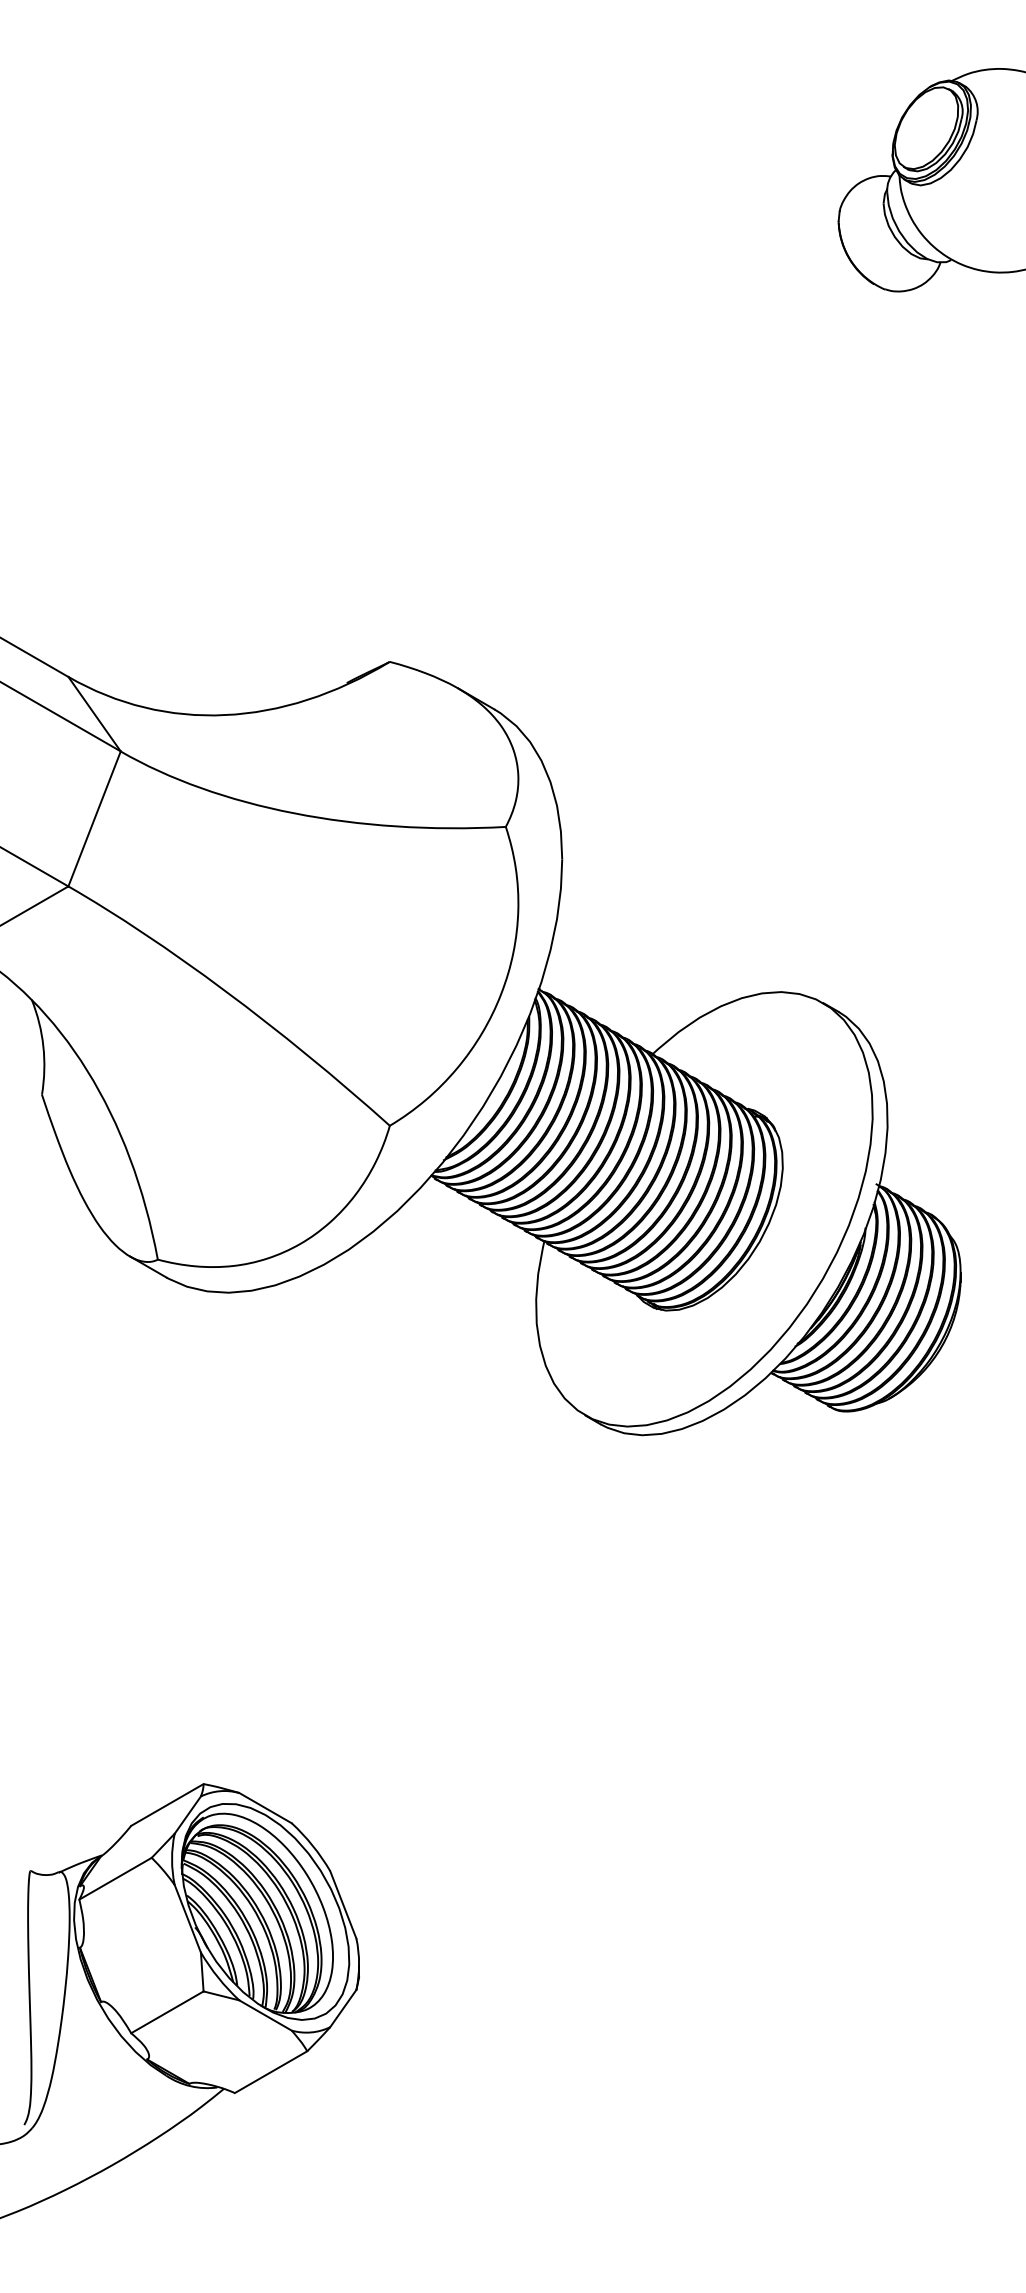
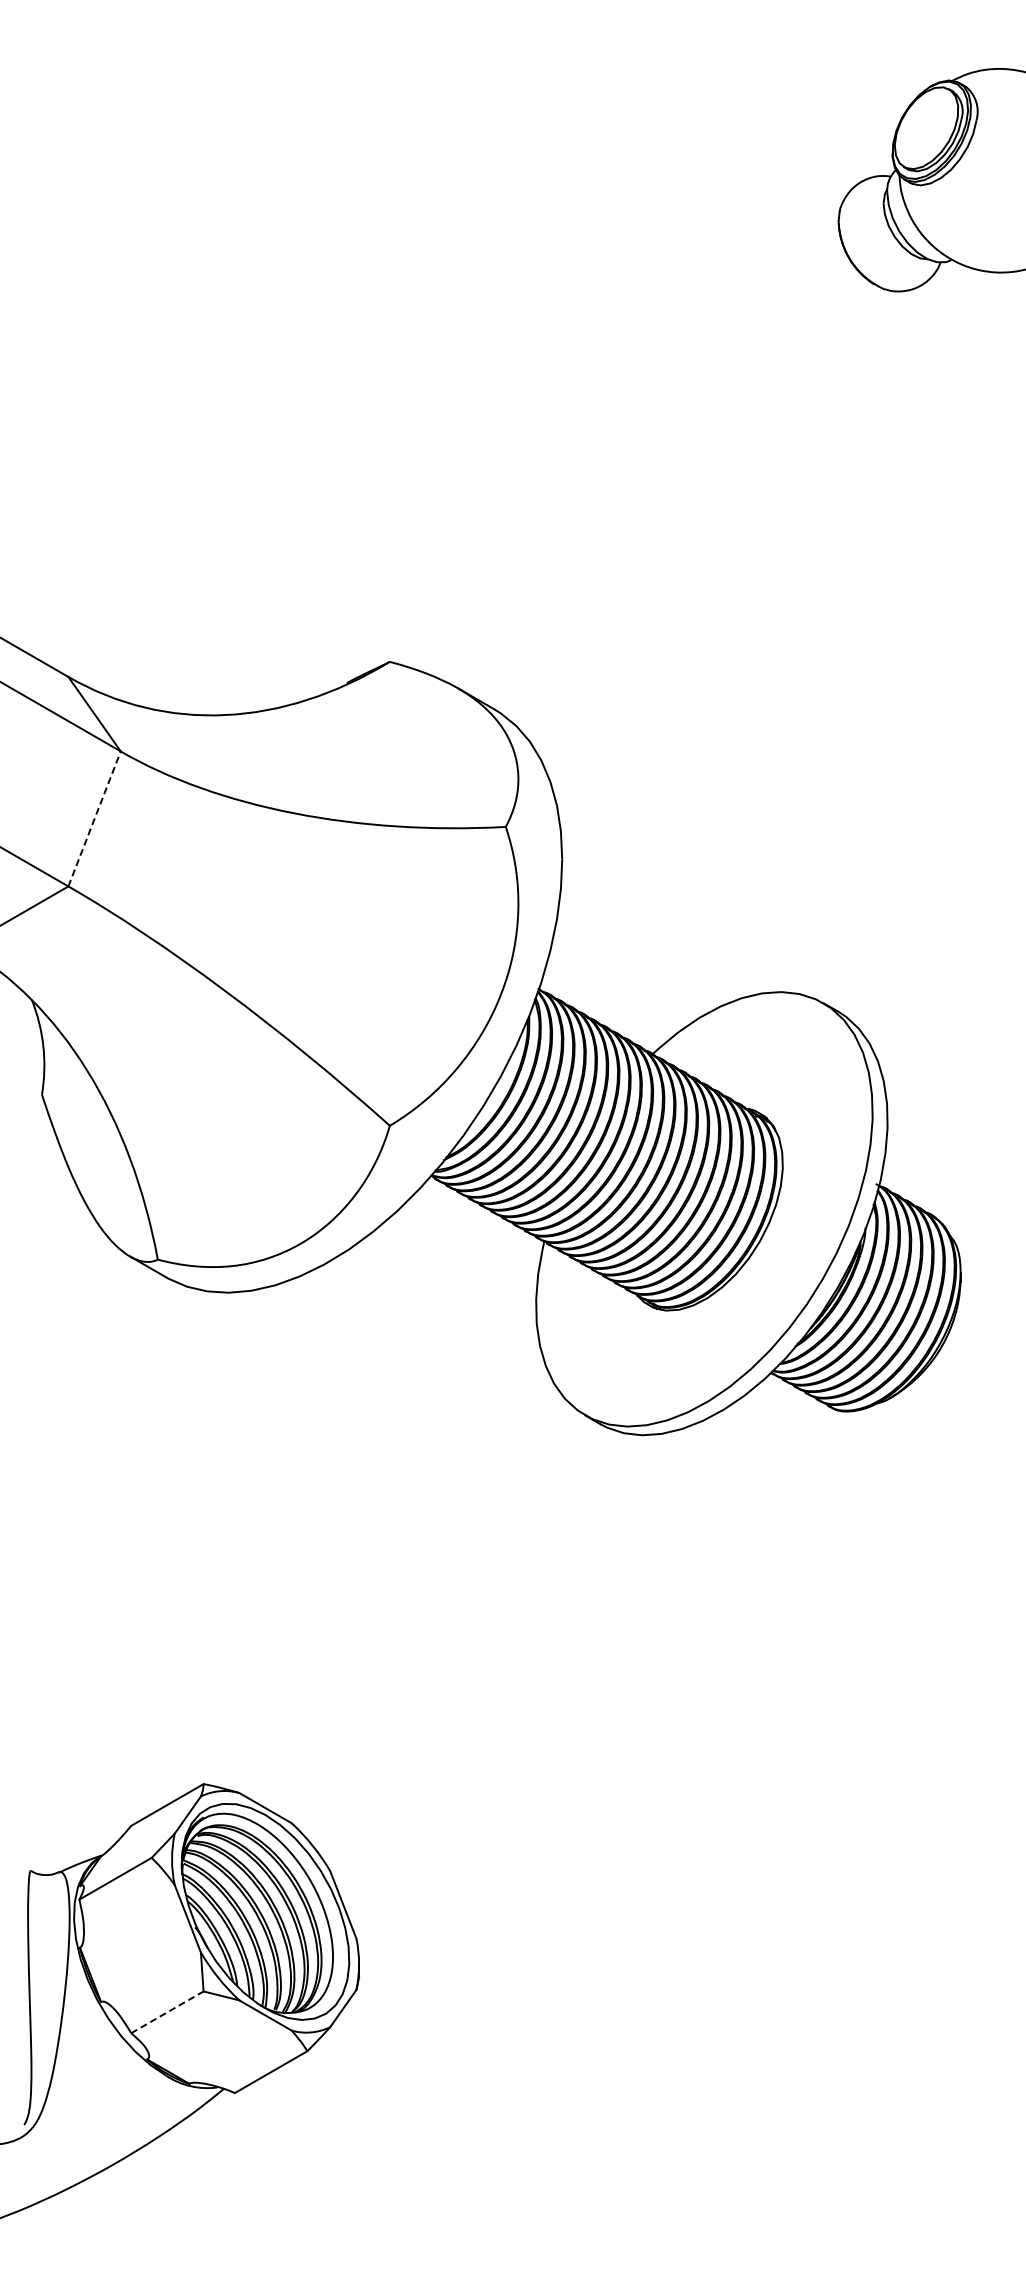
line at (94, 818): solid -> dashed
line at (167, 2012): solid -> dashed
